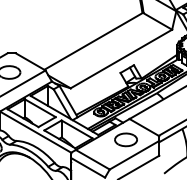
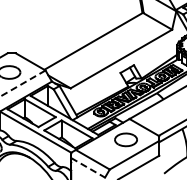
line at (23, 83): solid -> dashed
line at (88, 167): solid -> dashed
